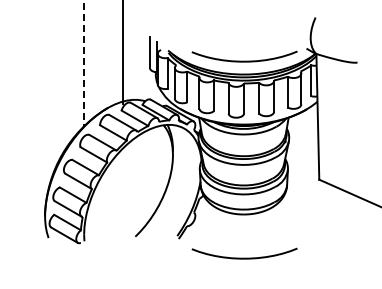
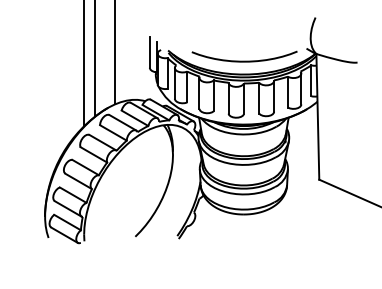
line at (123, 53) position: (123, 53) -> (115, 53)
line at (95, 59): none -> present
line at (84, 63): dashed -> solid
curve at (244, 257): present -> none
